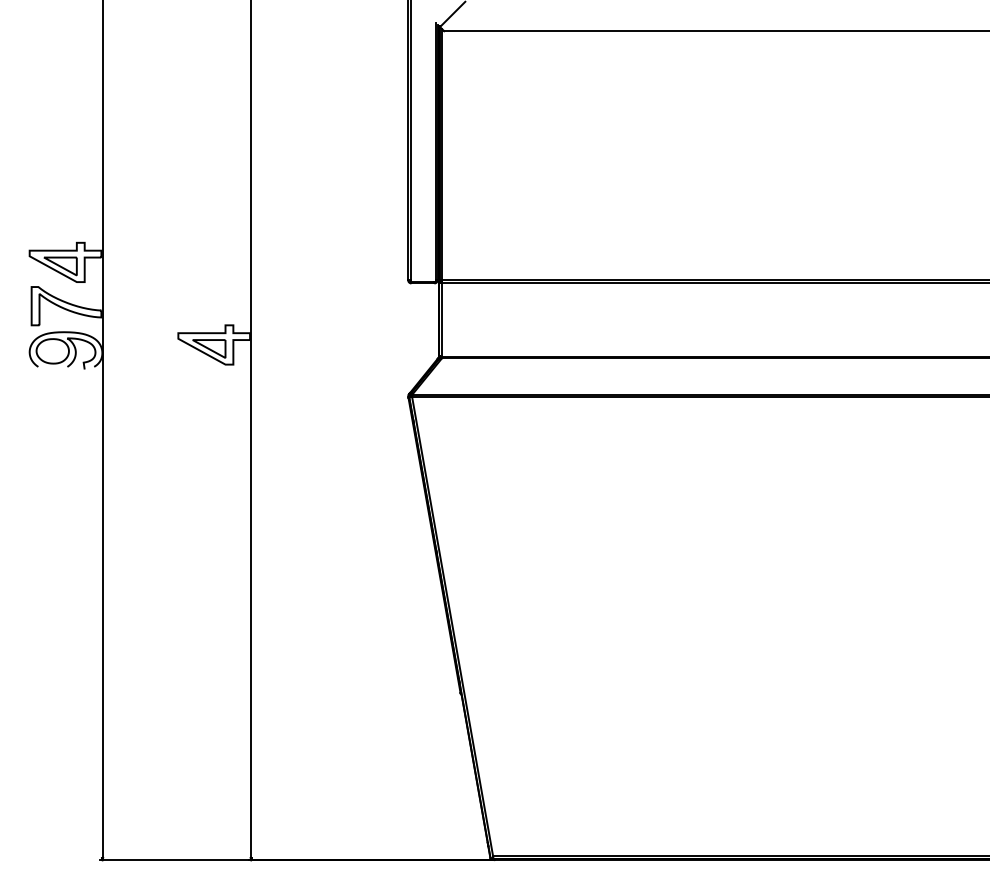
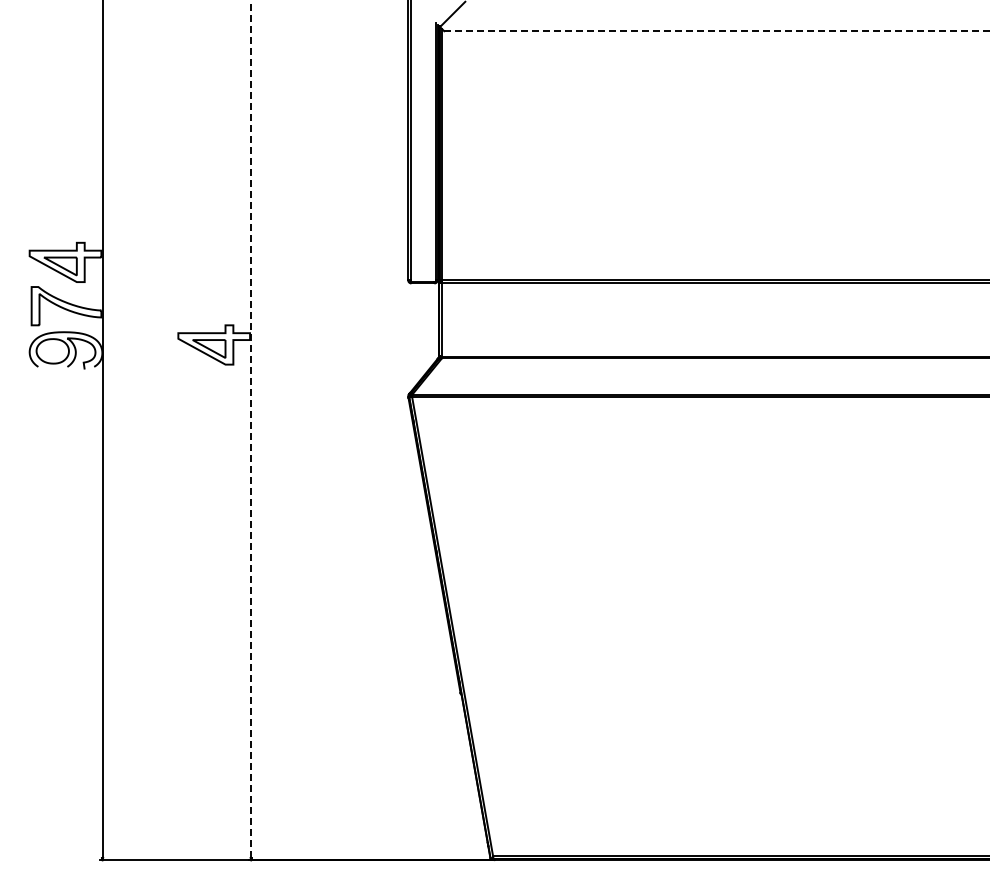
line at (717, 31): solid -> dashed
line at (251, 429): solid -> dashed
